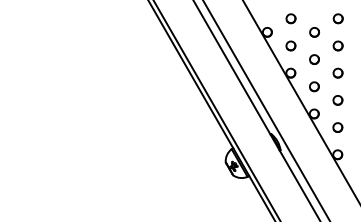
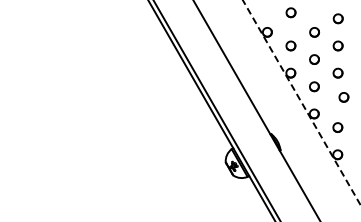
part at (290, 18) position: (290, 18) -> (290, 12)
part at (337, 100) position: (337, 100) -> (343, 97)
line at (302, 103): solid -> dashed
line at (266, 110): present -> none
